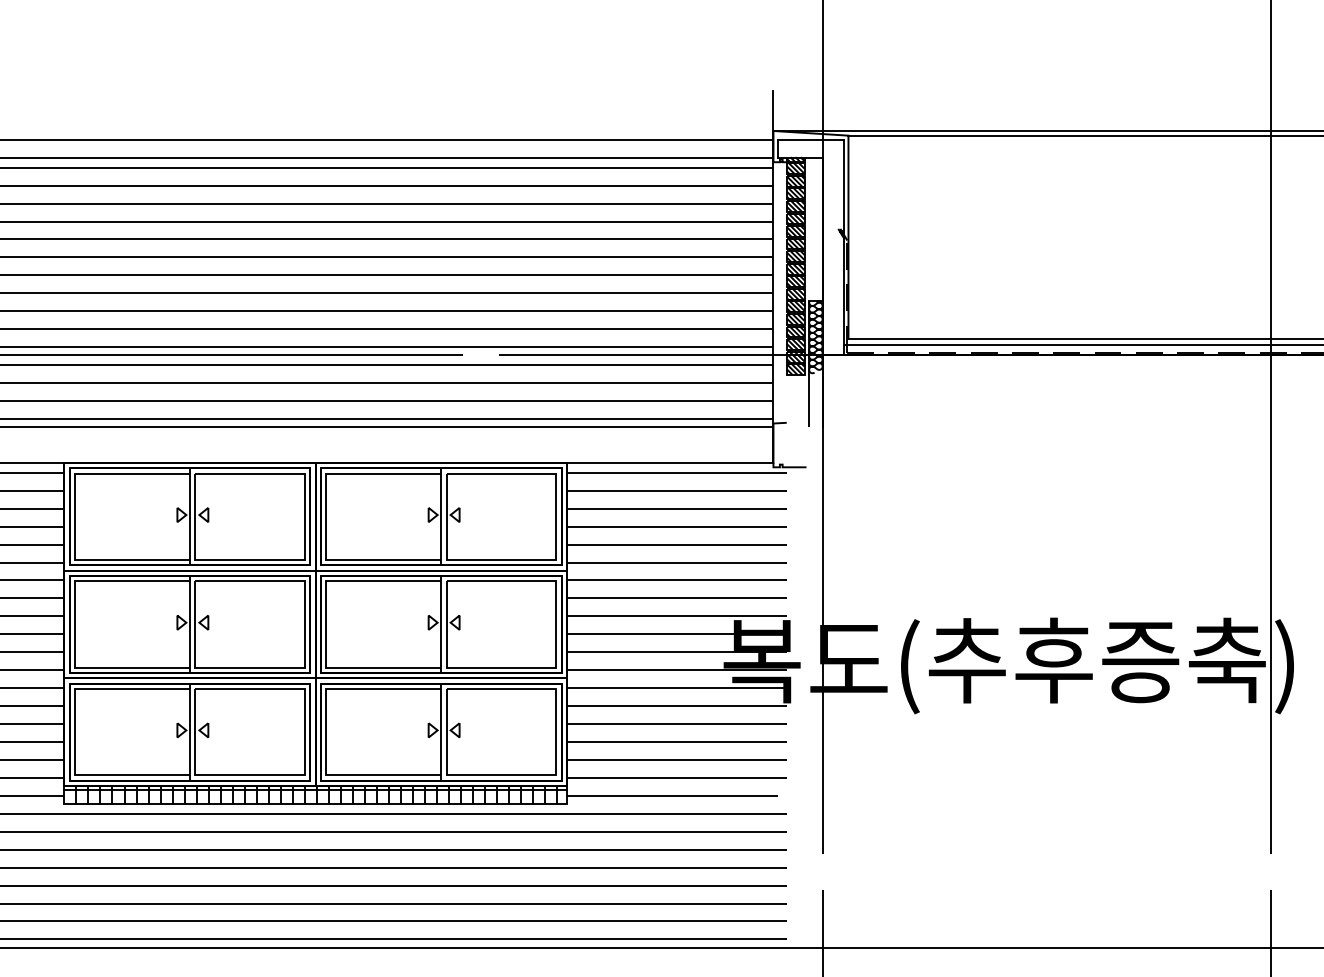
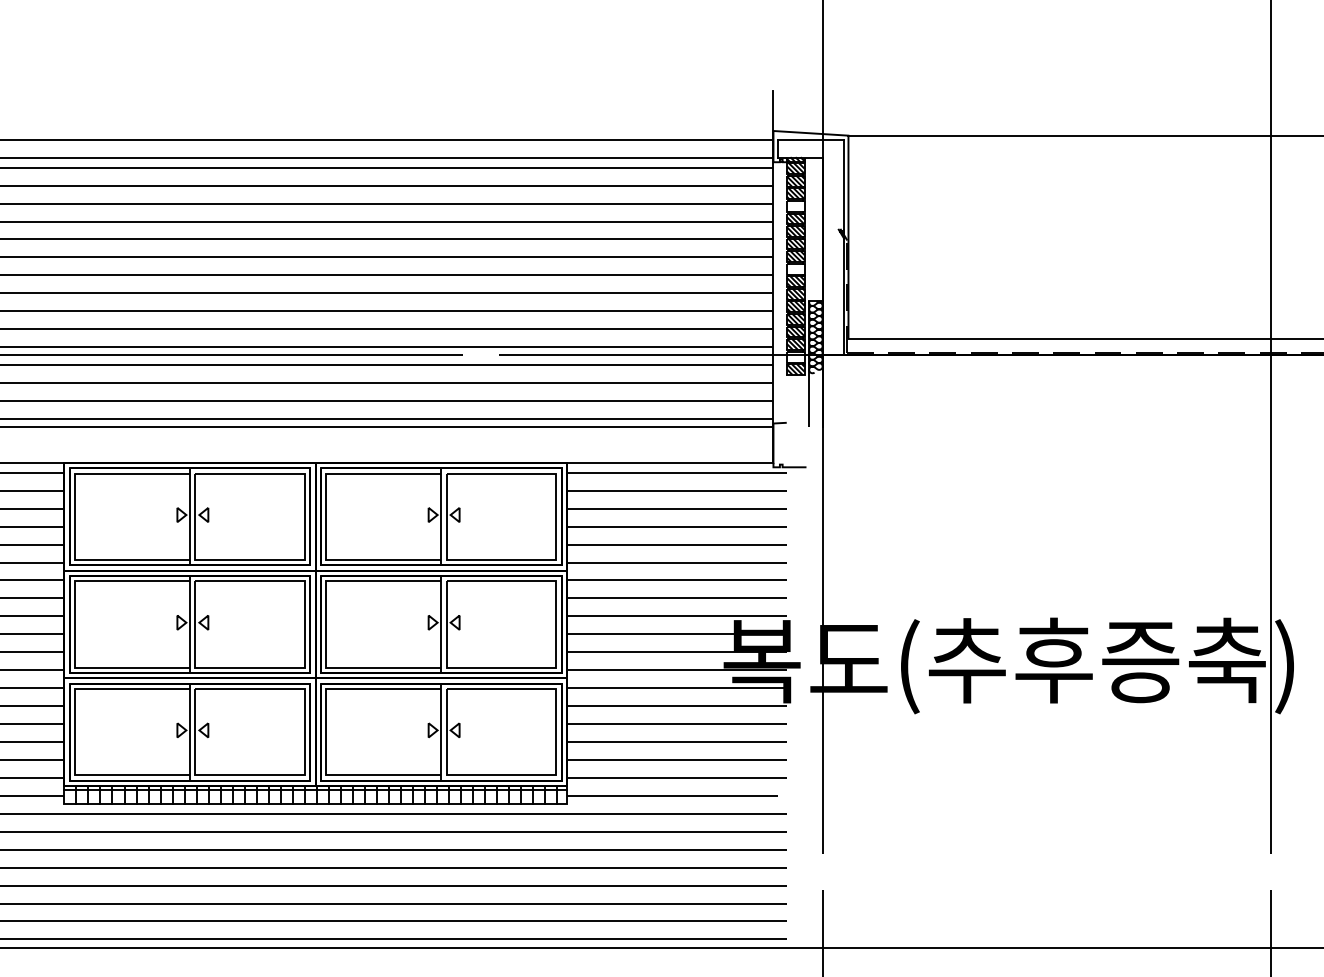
line at (1046, 131): present -> none
hatch at (795, 205): present -> none
hatch at (795, 268): present -> none
line at (1082, 344): present -> none
hatch at (795, 356): present -> none
